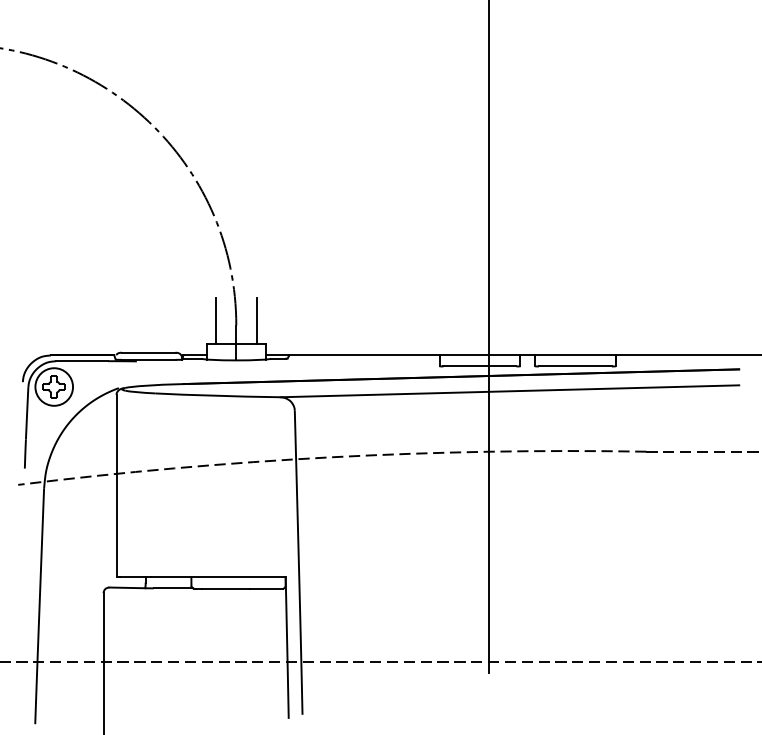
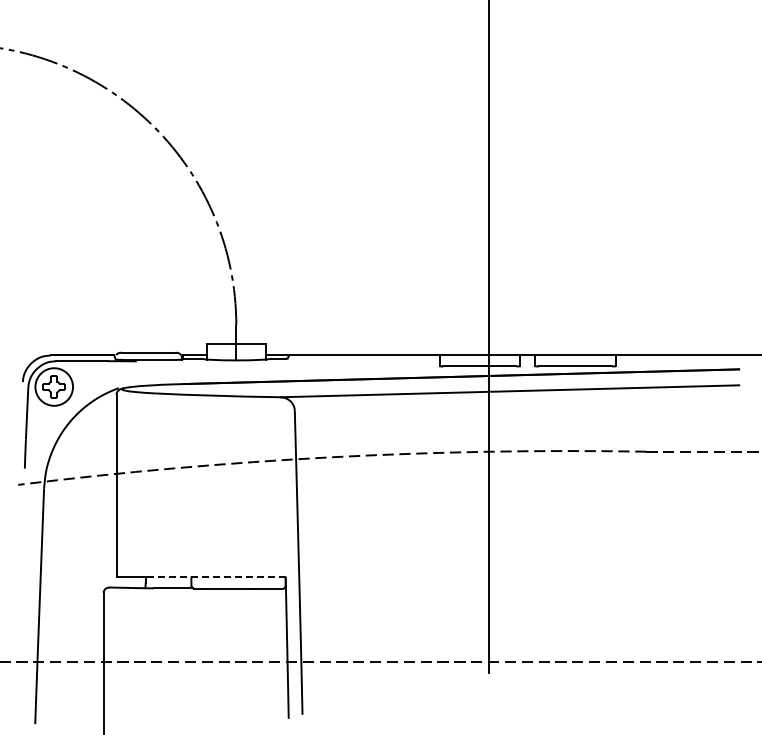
line at (215, 321): present -> none
line at (256, 321): present -> none
line at (218, 577): solid -> dashed
